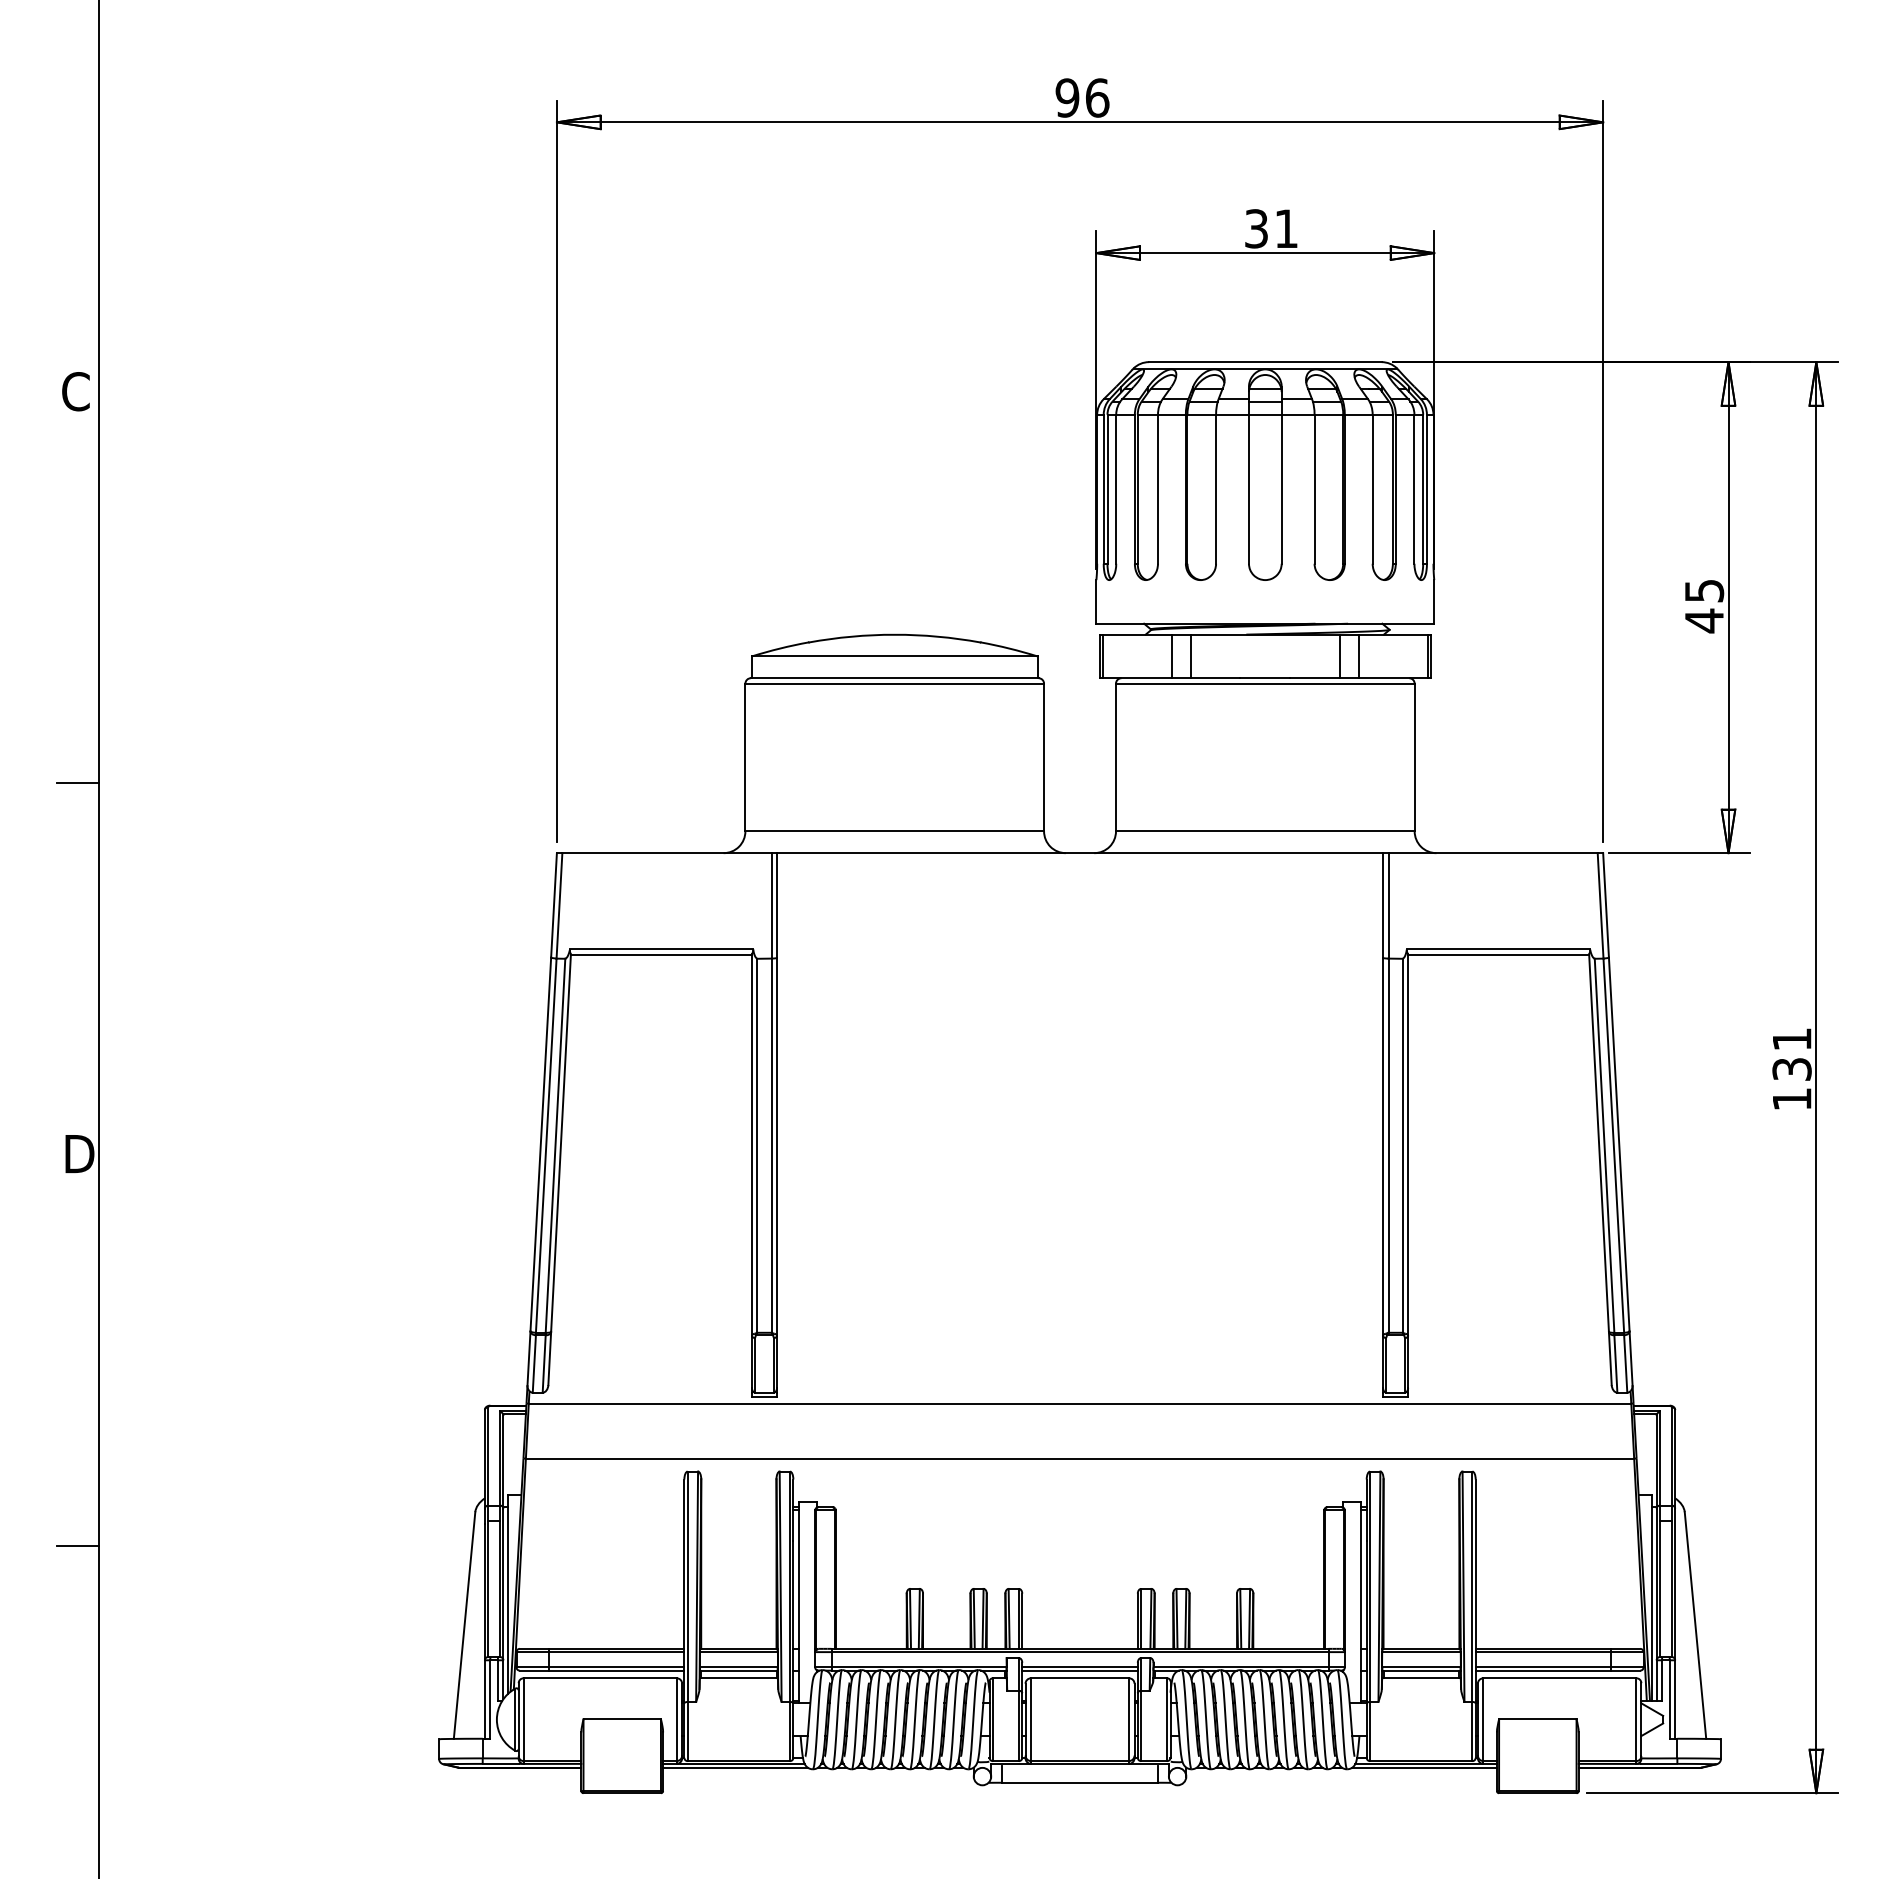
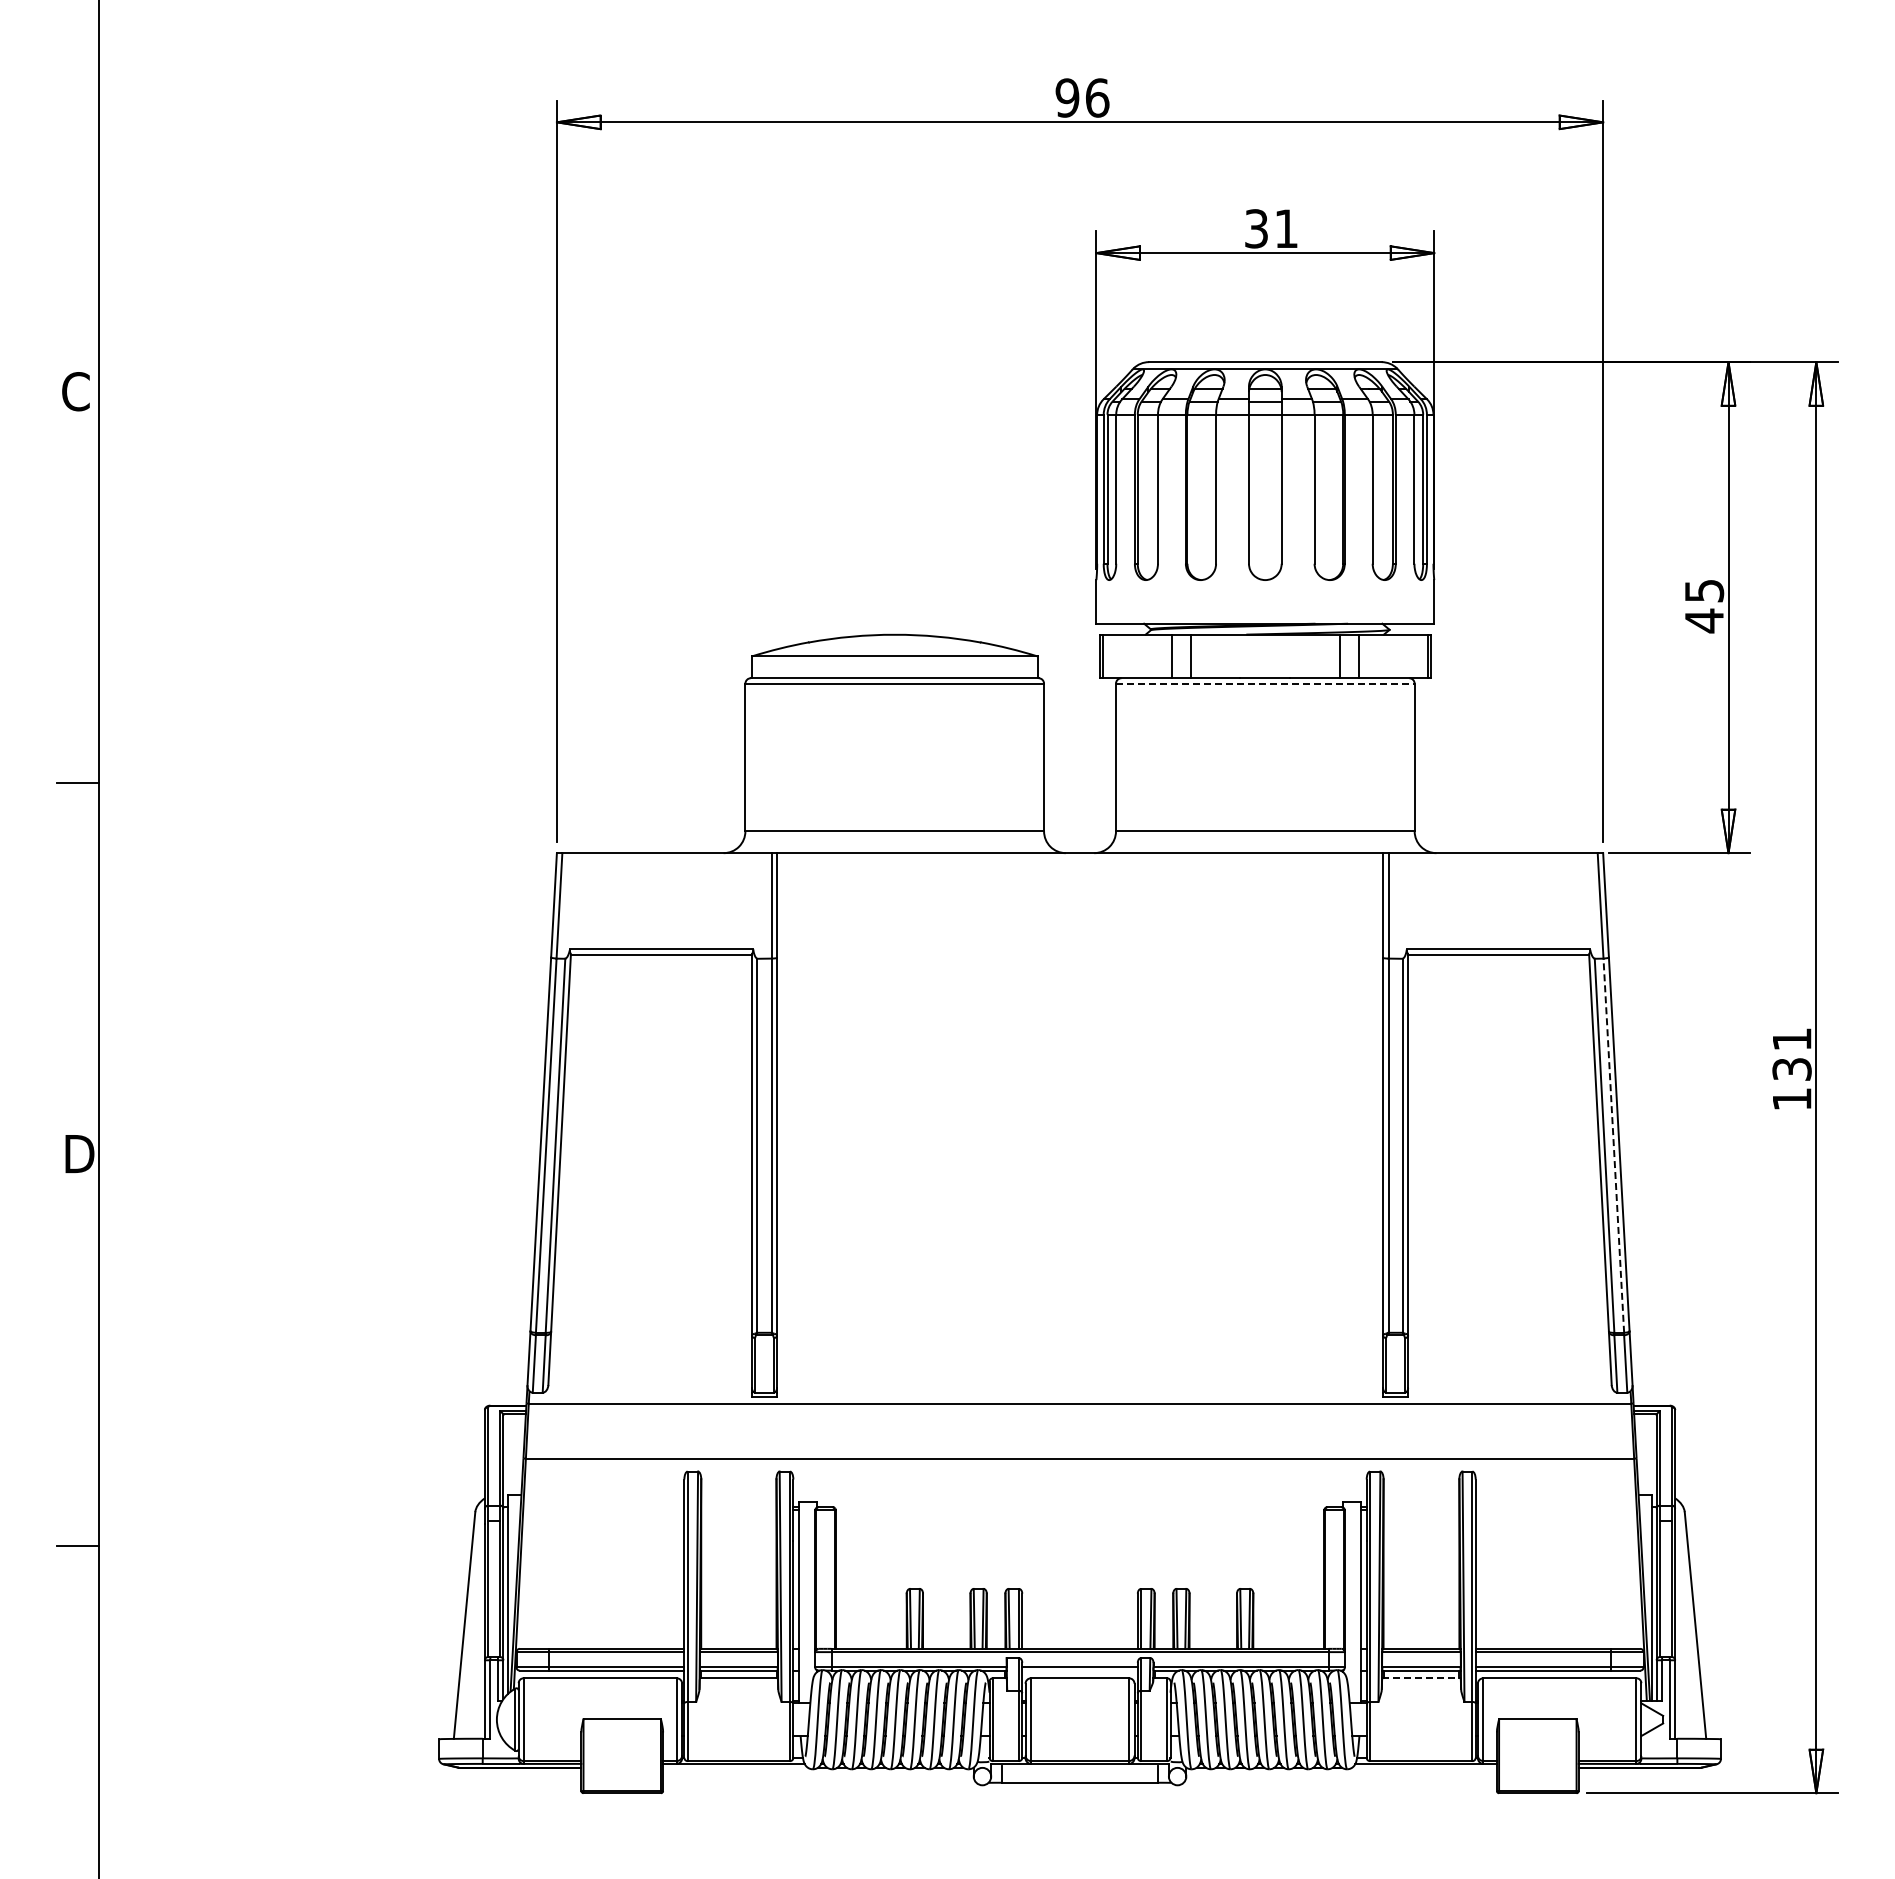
line at (1265, 683): solid -> dashed
line at (1613, 1145): solid -> dashed
line at (1079, 1670): present -> none
line at (1421, 1678): solid -> dashed
line at (735, 1767): present -> none
line at (1424, 1767): present -> none
